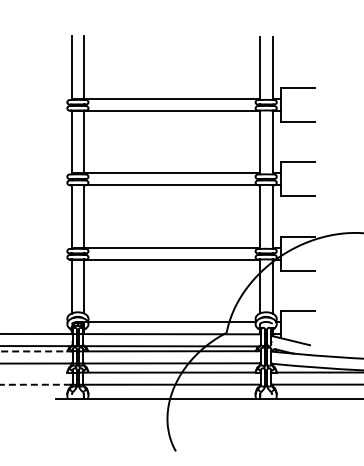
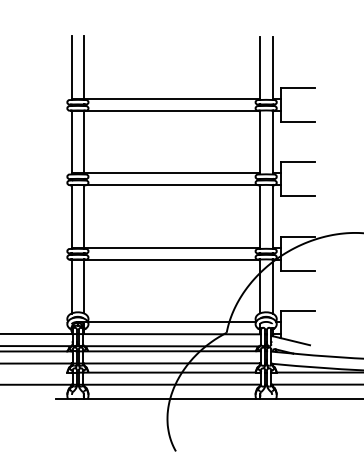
line at (34, 351): dashed -> solid
line at (35, 384): dashed -> solid
